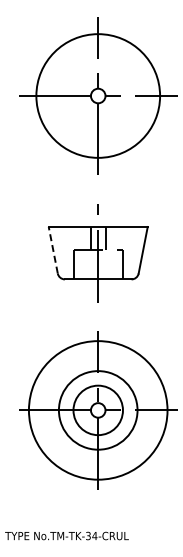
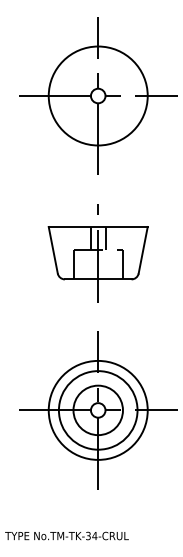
circle at (98, 95) diameter: 124 px -> 99 px
line at (53, 250): dashed -> solid
circle at (97, 410) diameter: 139 px -> 99 px
